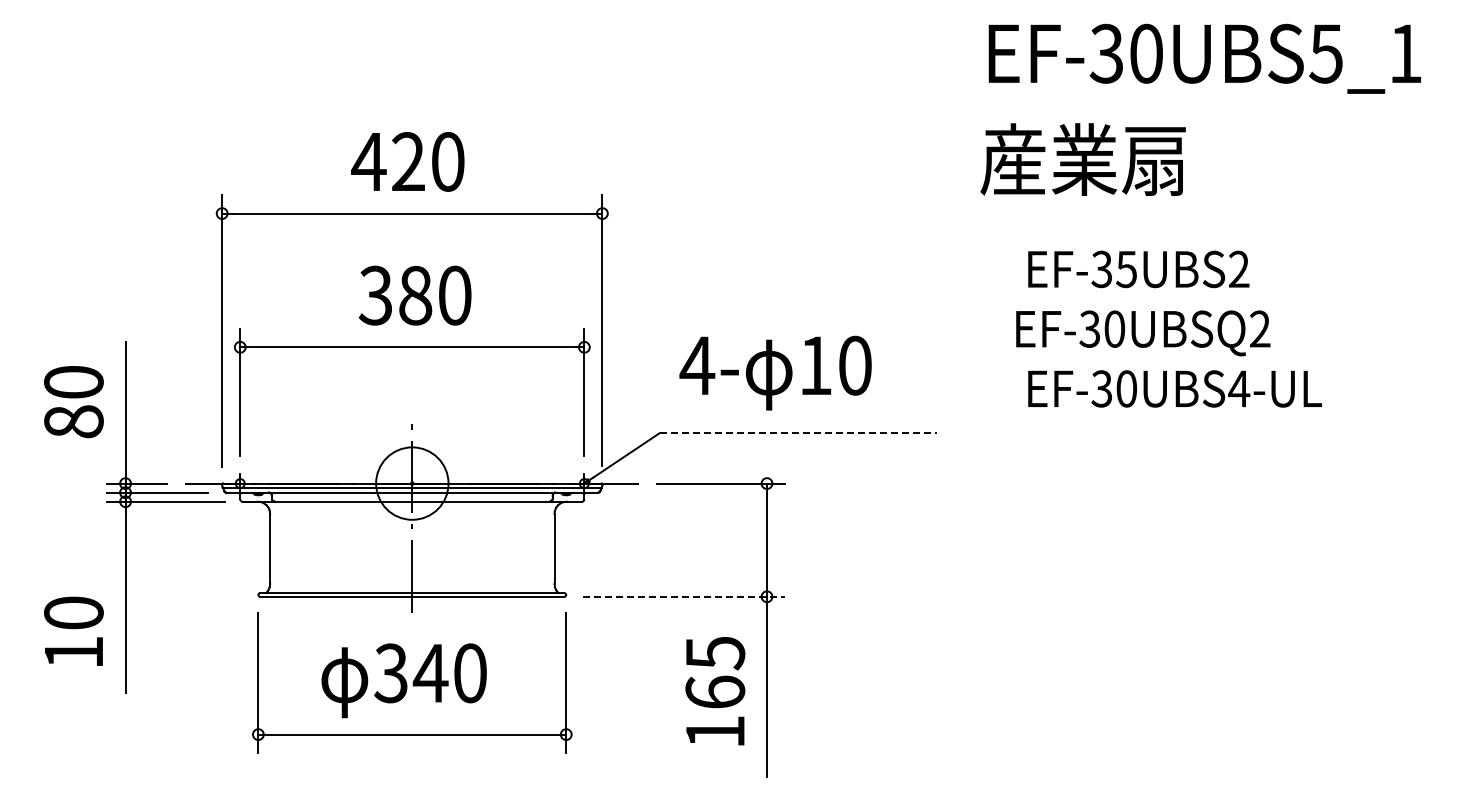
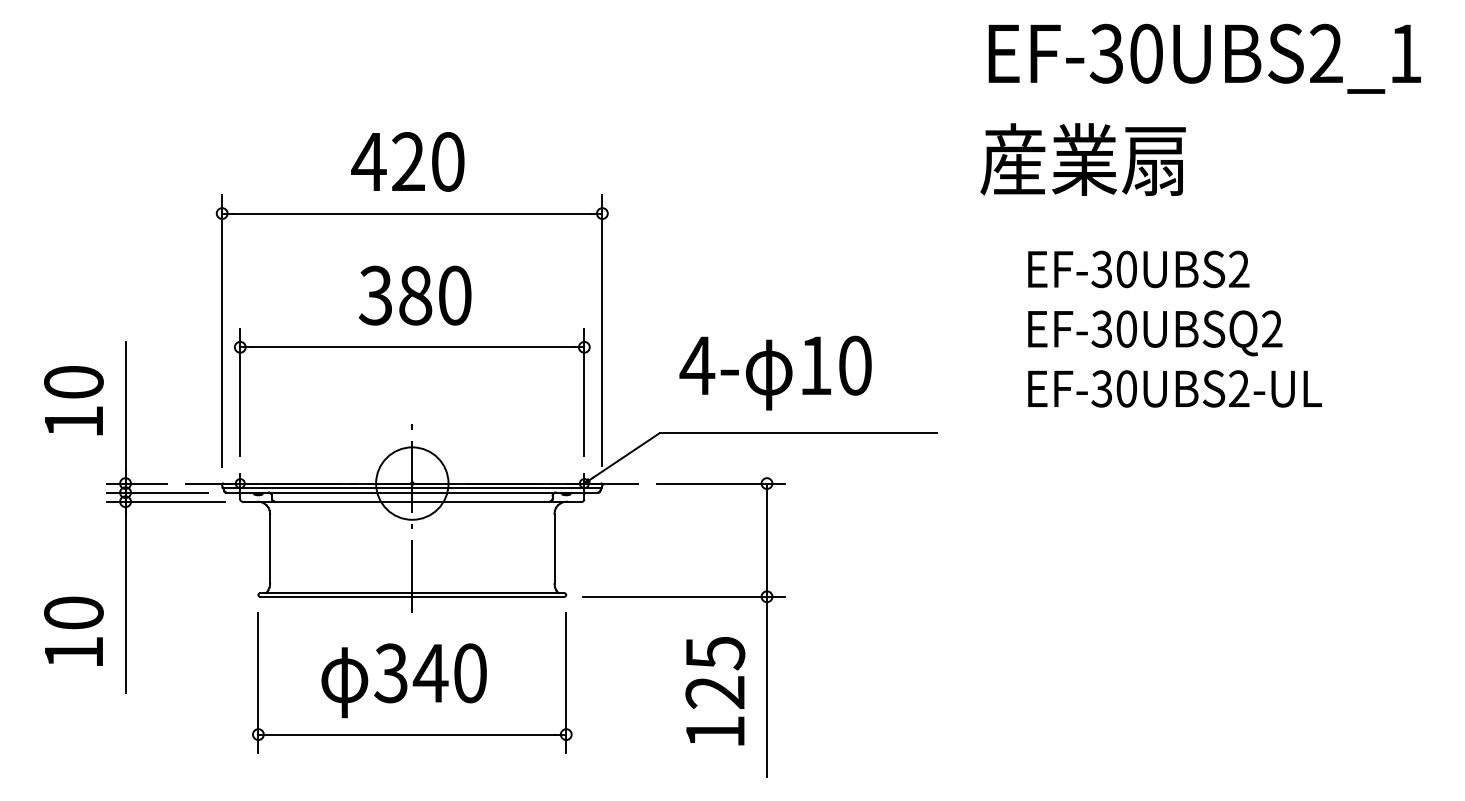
text at (1325, 53): EF-30UBS5_1 -> EF-30UBS2_1
text at (1126, 269): EF-35UBS2 -> EF-30UBS2
text at (1143, 333) position: (1143, 333) -> (1155, 333)
text at (1239, 388): EF-30UBS4-UL -> EF-30UBS2-UL
text at (73, 421): 80 -> 10
line at (798, 433): dashed -> solid
line at (684, 596): dashed -> solid
text at (715, 691): 165 -> 125
